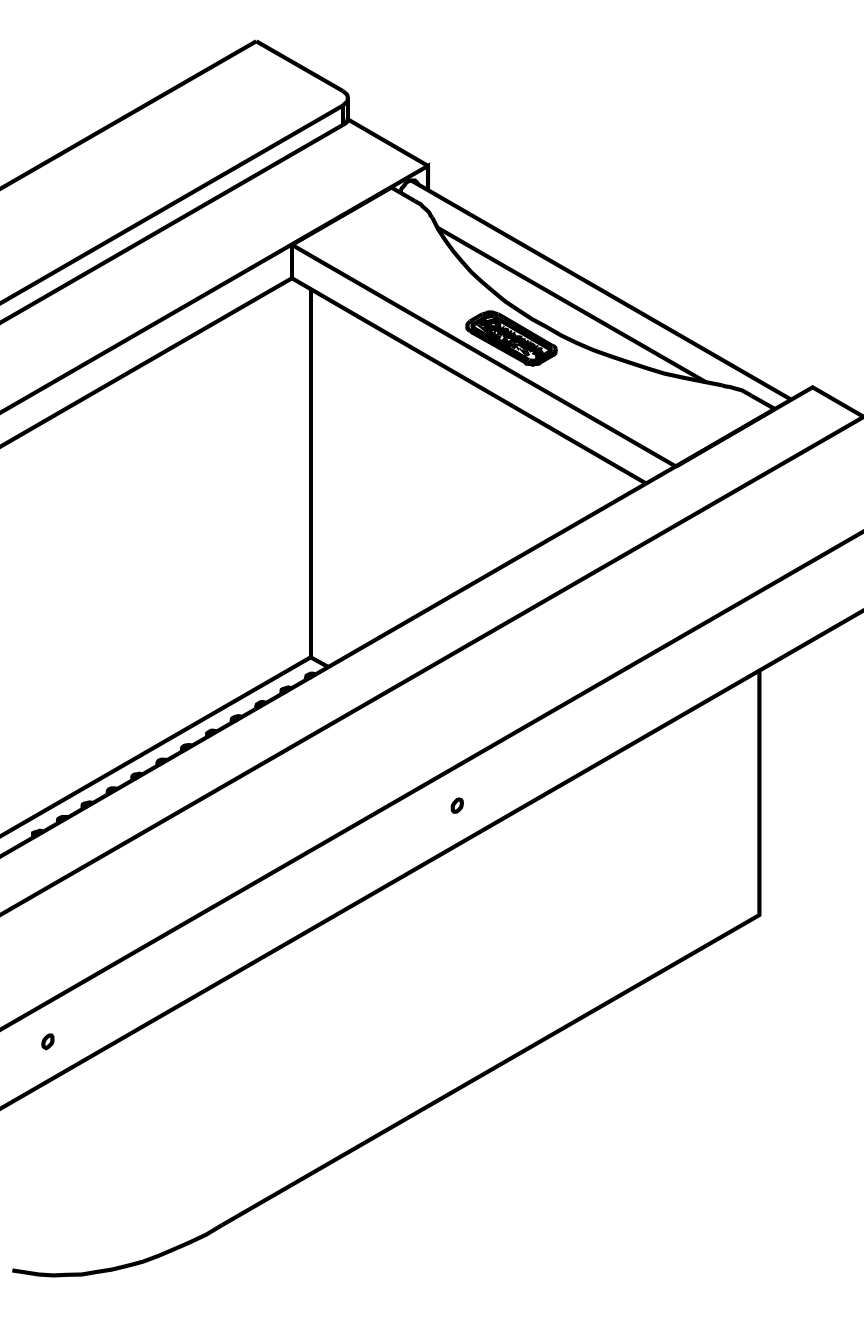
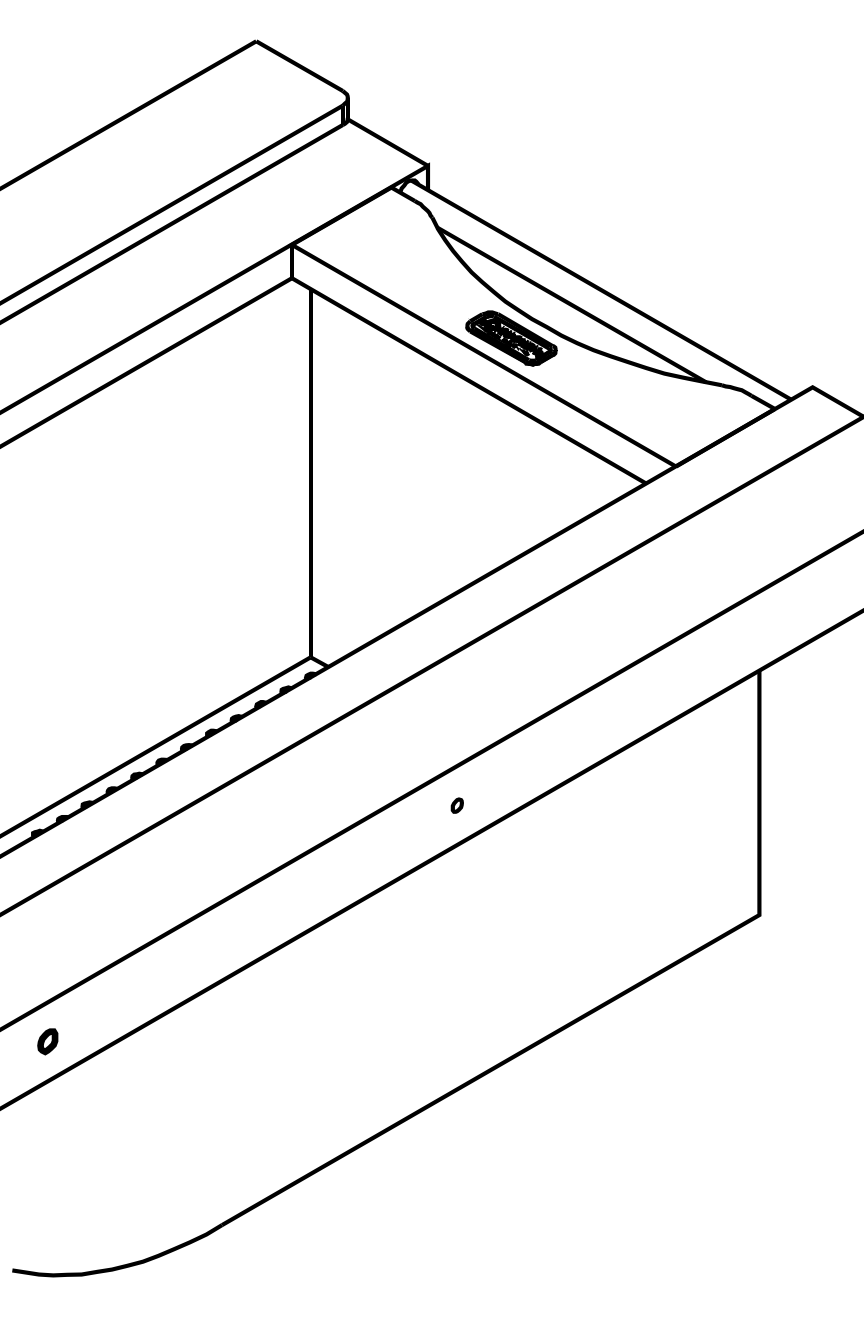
part at (47, 1041) size: 14x18 px -> 22x28 px
